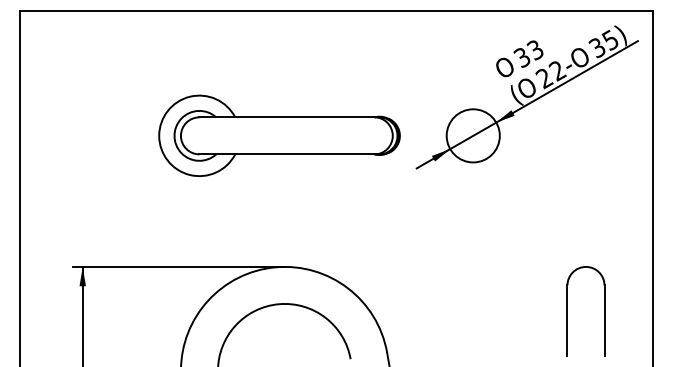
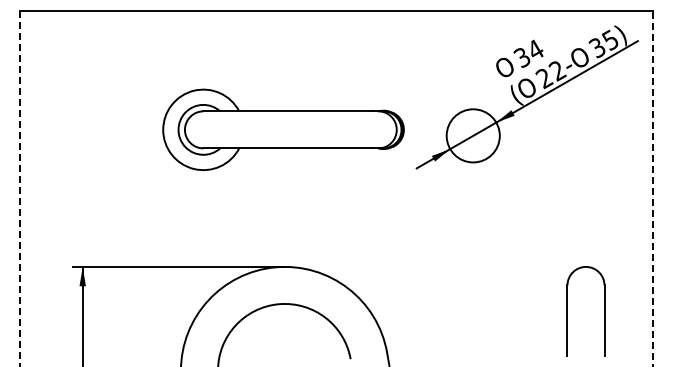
text at (534, 49): 33 -> 34
part at (279, 135) position: (279, 135) -> (283, 129)
line at (20, 188): solid -> dashed
line at (652, 188): solid -> dashed
